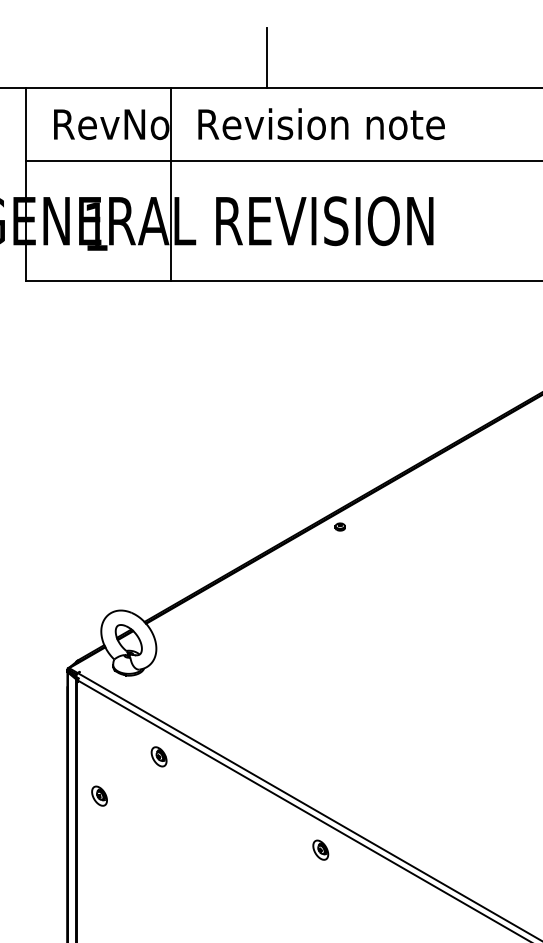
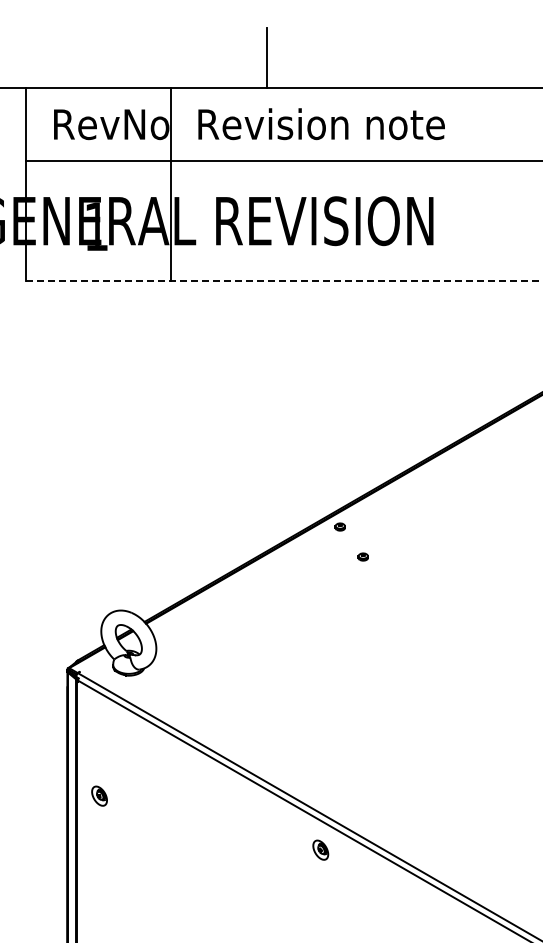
line at (284, 280): solid -> dashed
part at (362, 556): none -> present
part at (158, 756): present -> none
